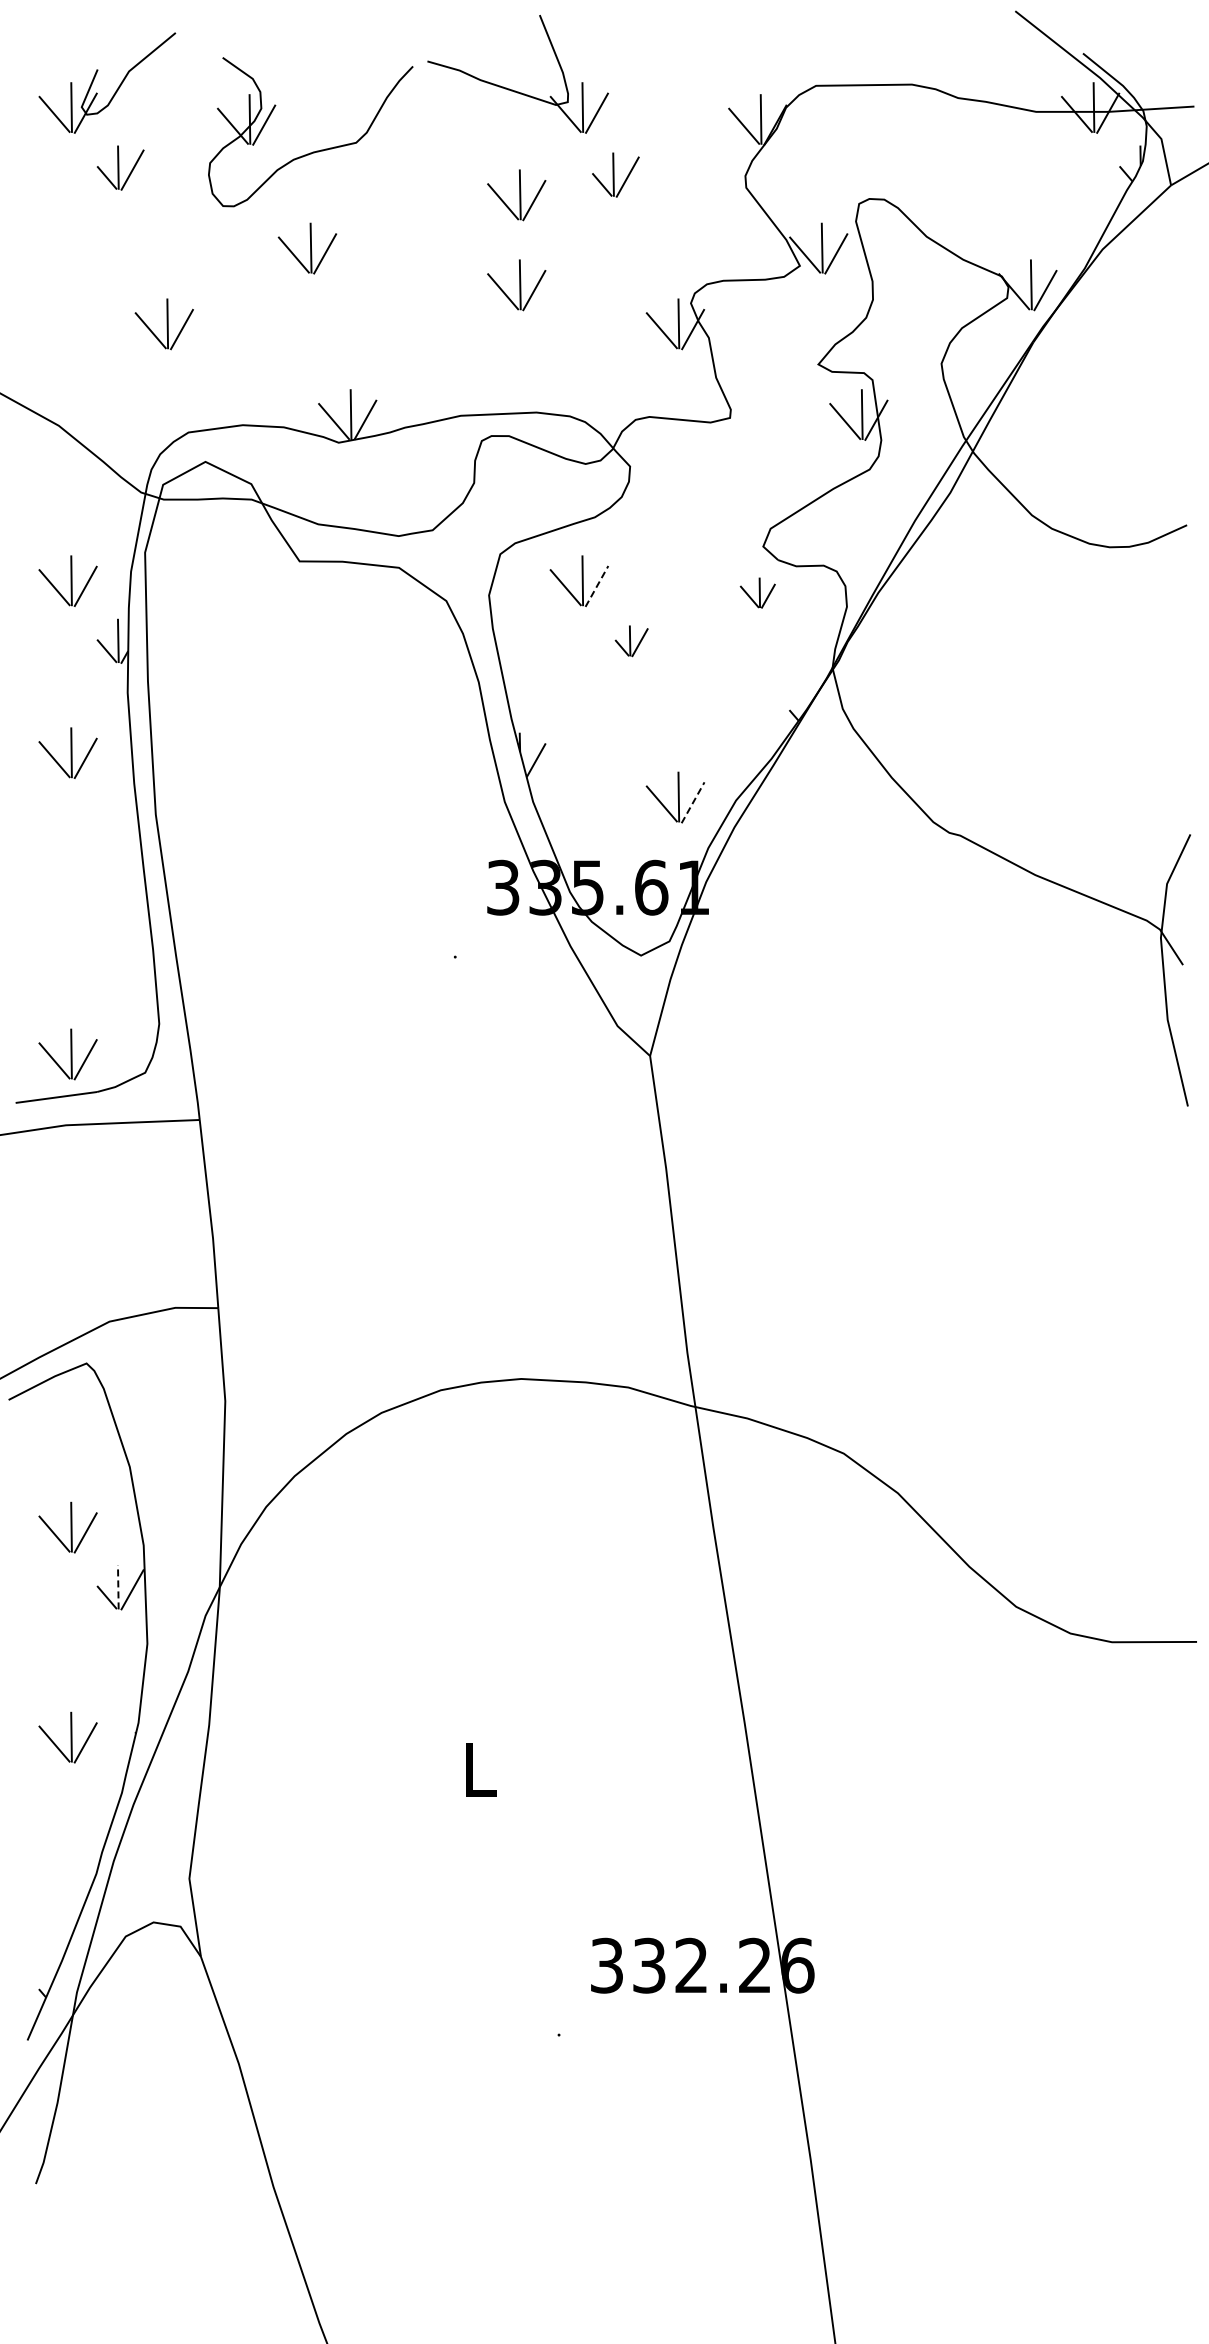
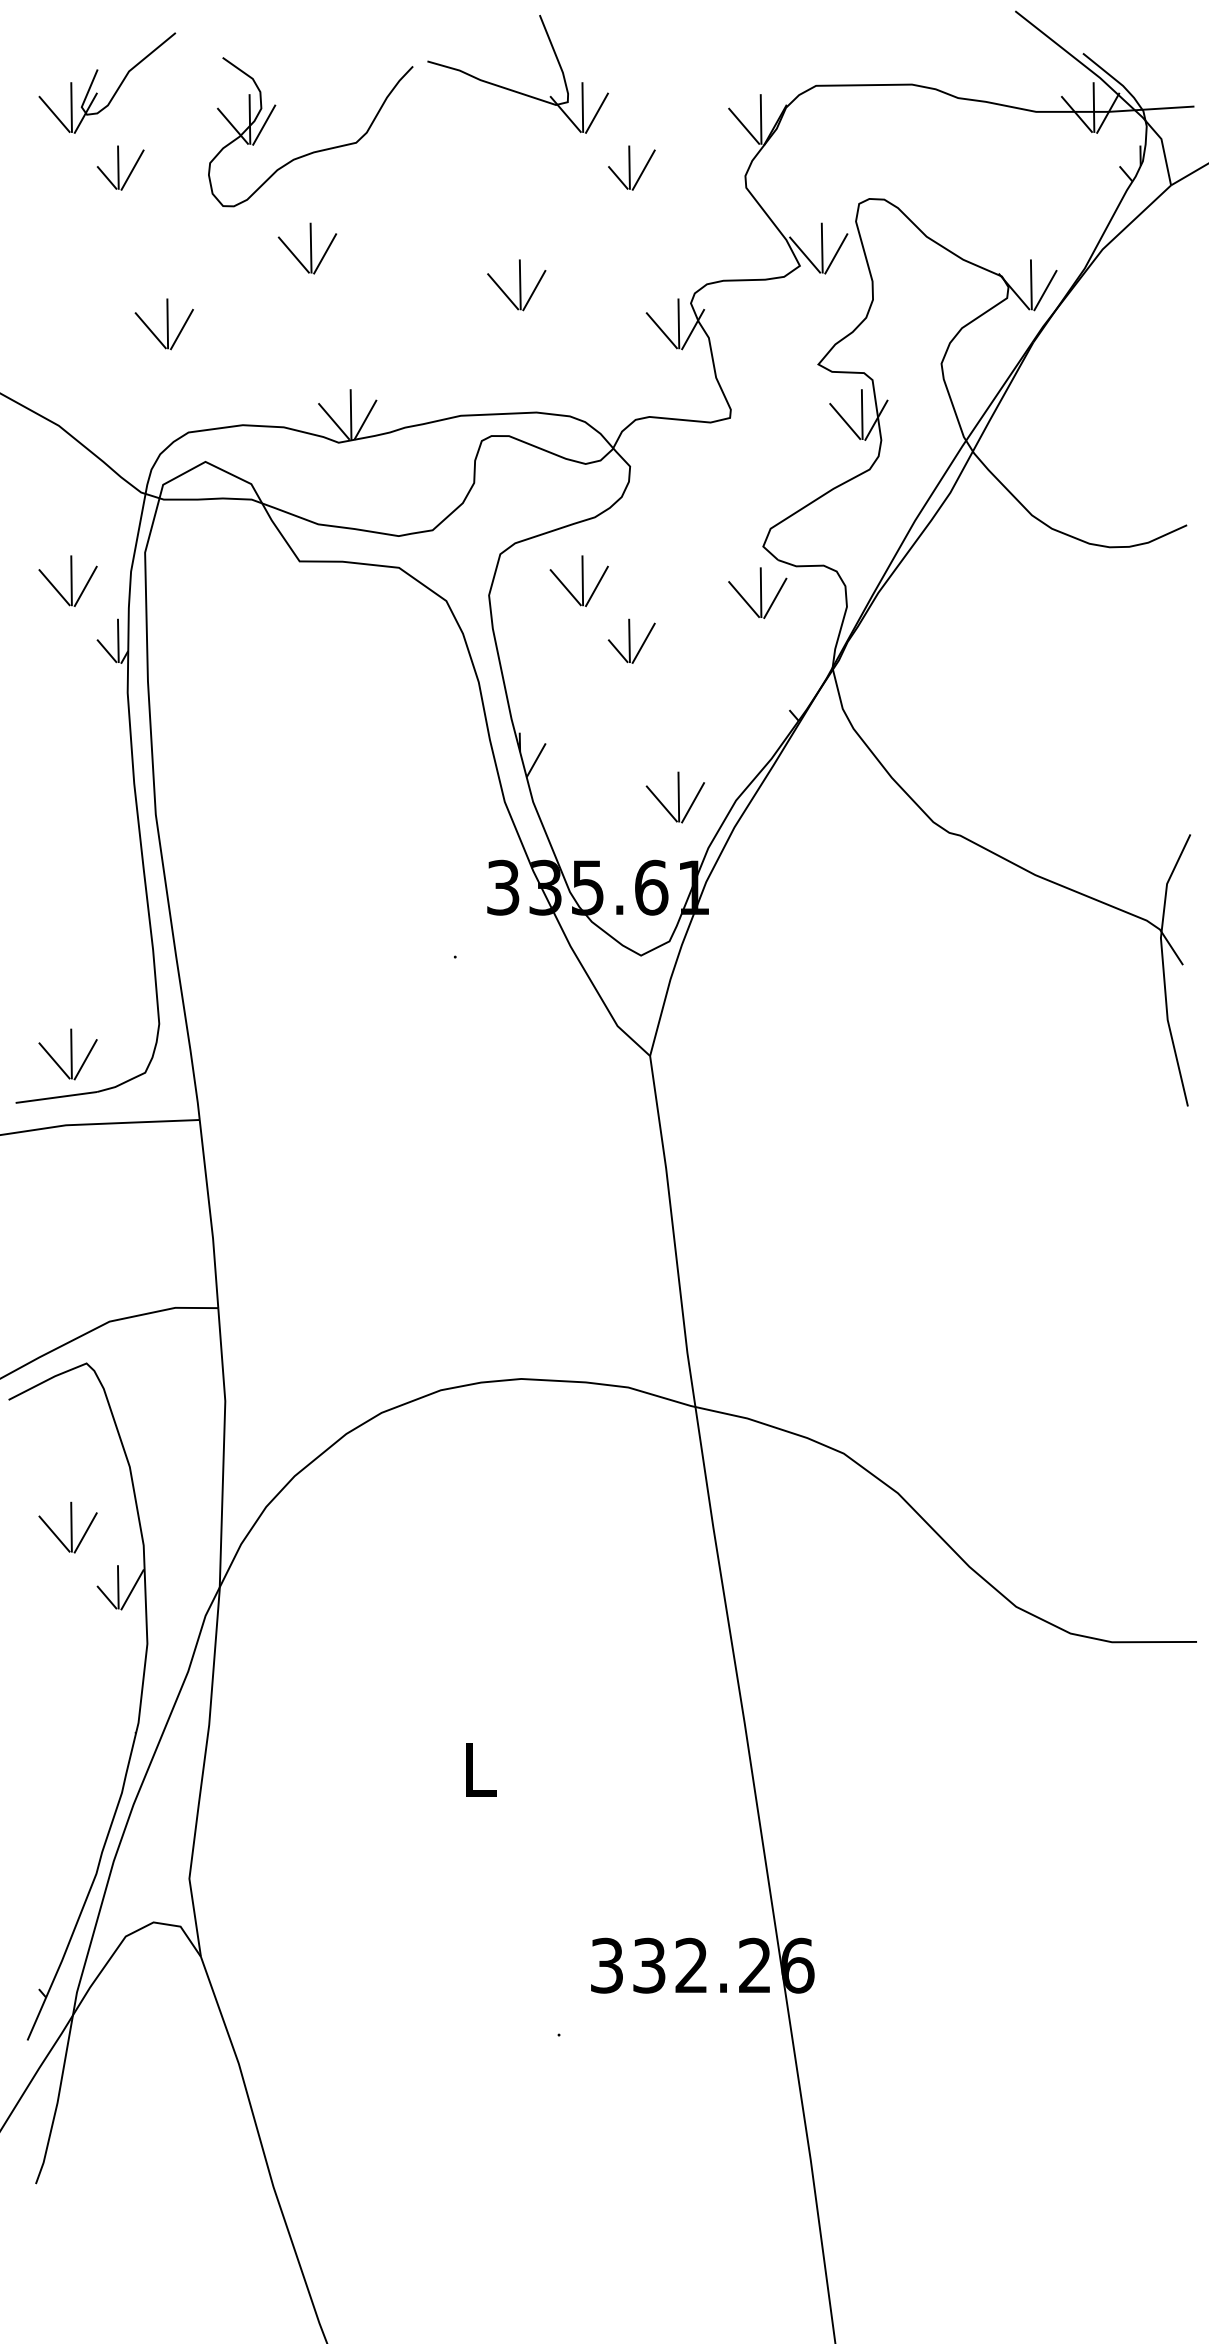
part at (615, 174) position: (615, 174) -> (631, 167)
part at (516, 195): present -> none
line at (597, 586): dashed -> solid
part at (757, 592) size: 37x32 px -> 60x52 px
part at (631, 641) size: 35x33 px -> 49x46 px
part at (67, 752): present -> none
line at (693, 802): dashed -> solid
line at (118, 1586): dashed -> solid
part at (67, 1737): present -> none
